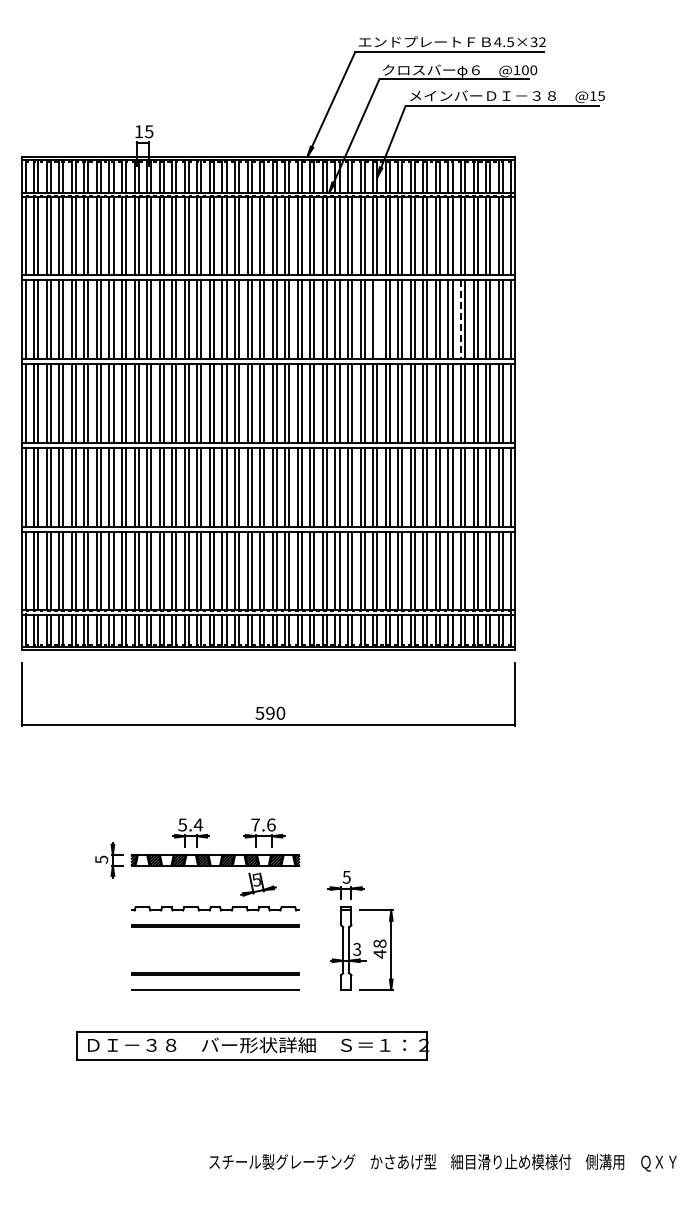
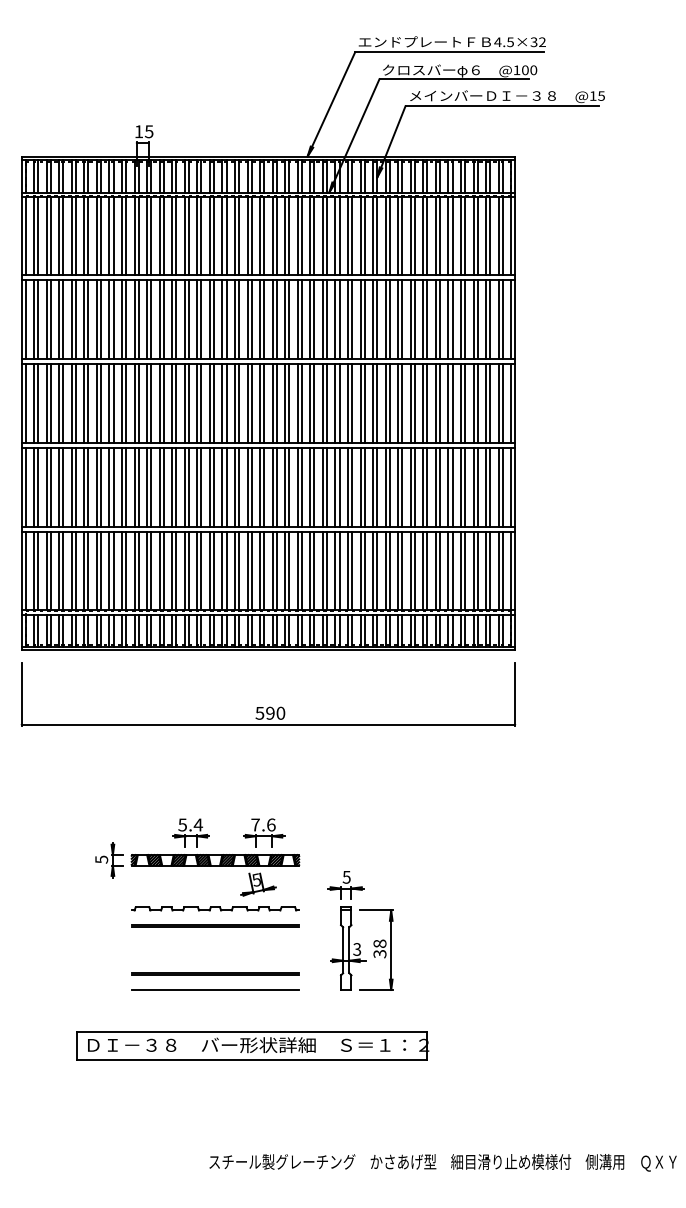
line at (377, 319): none -> present
line at (460, 320): dashed -> solid
text at (379, 953): 48 -> 38
